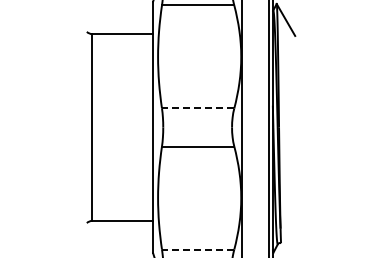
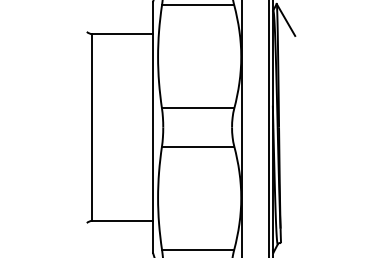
line at (197, 108): dashed -> solid
line at (197, 249): dashed -> solid
